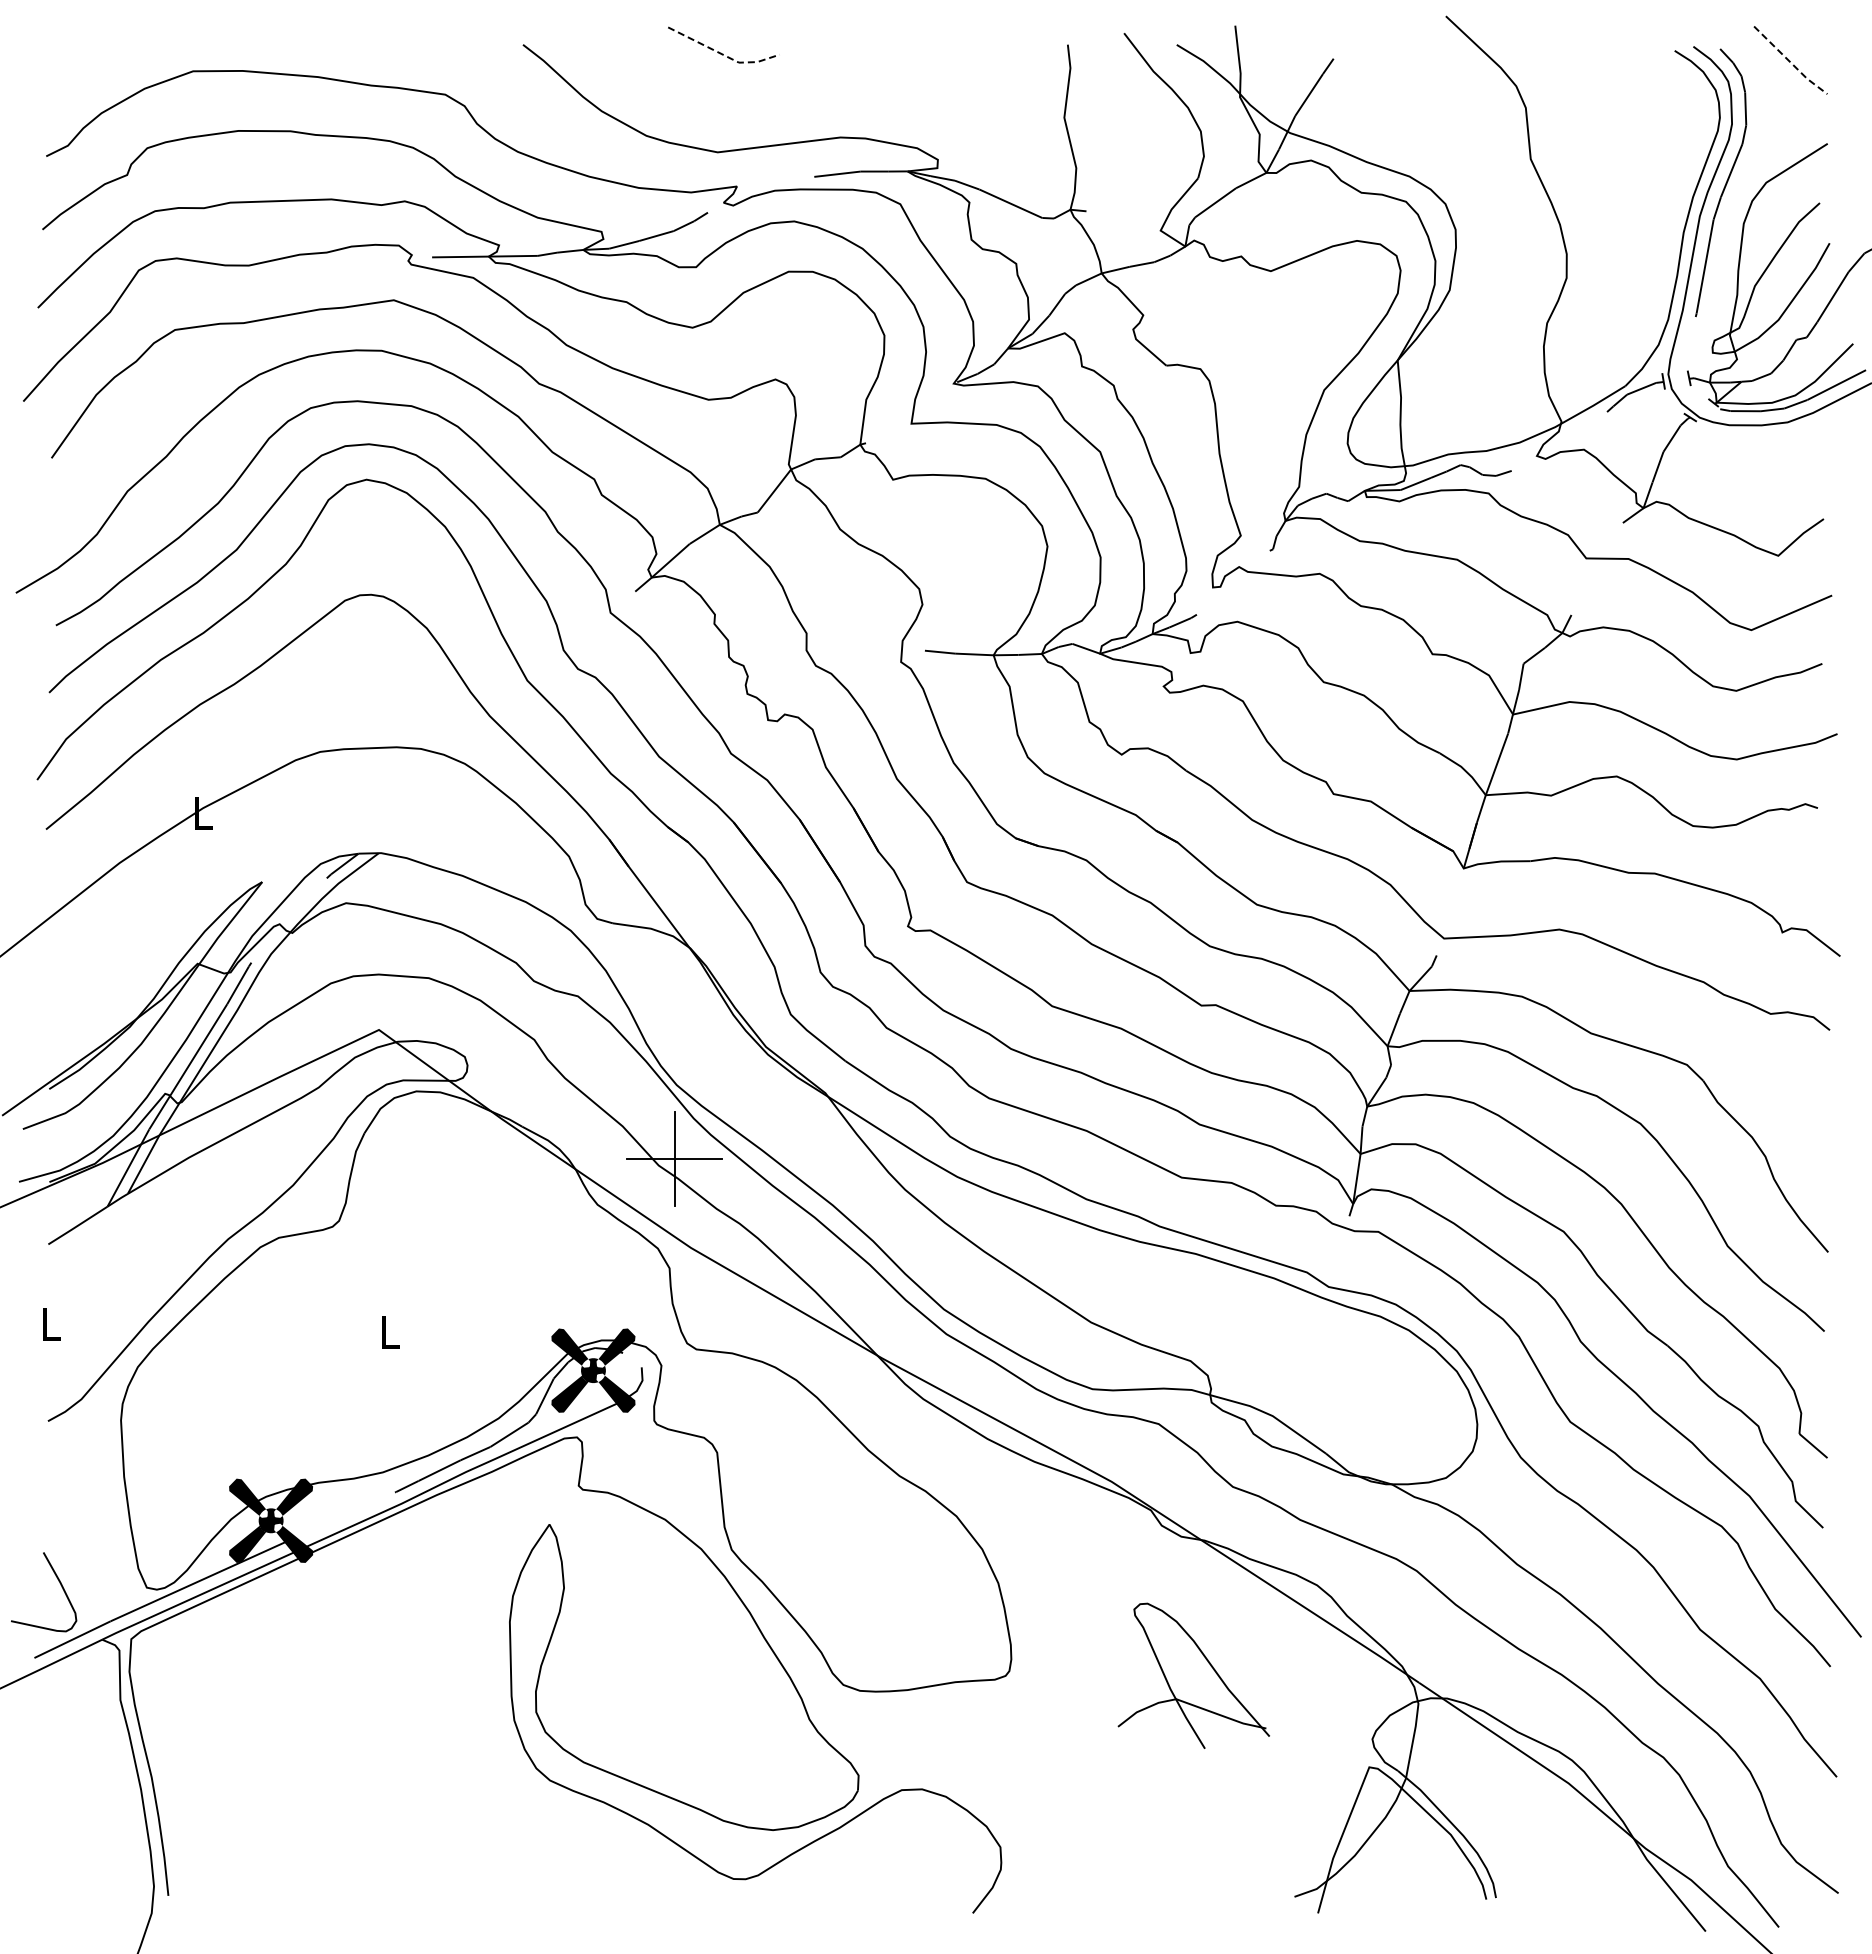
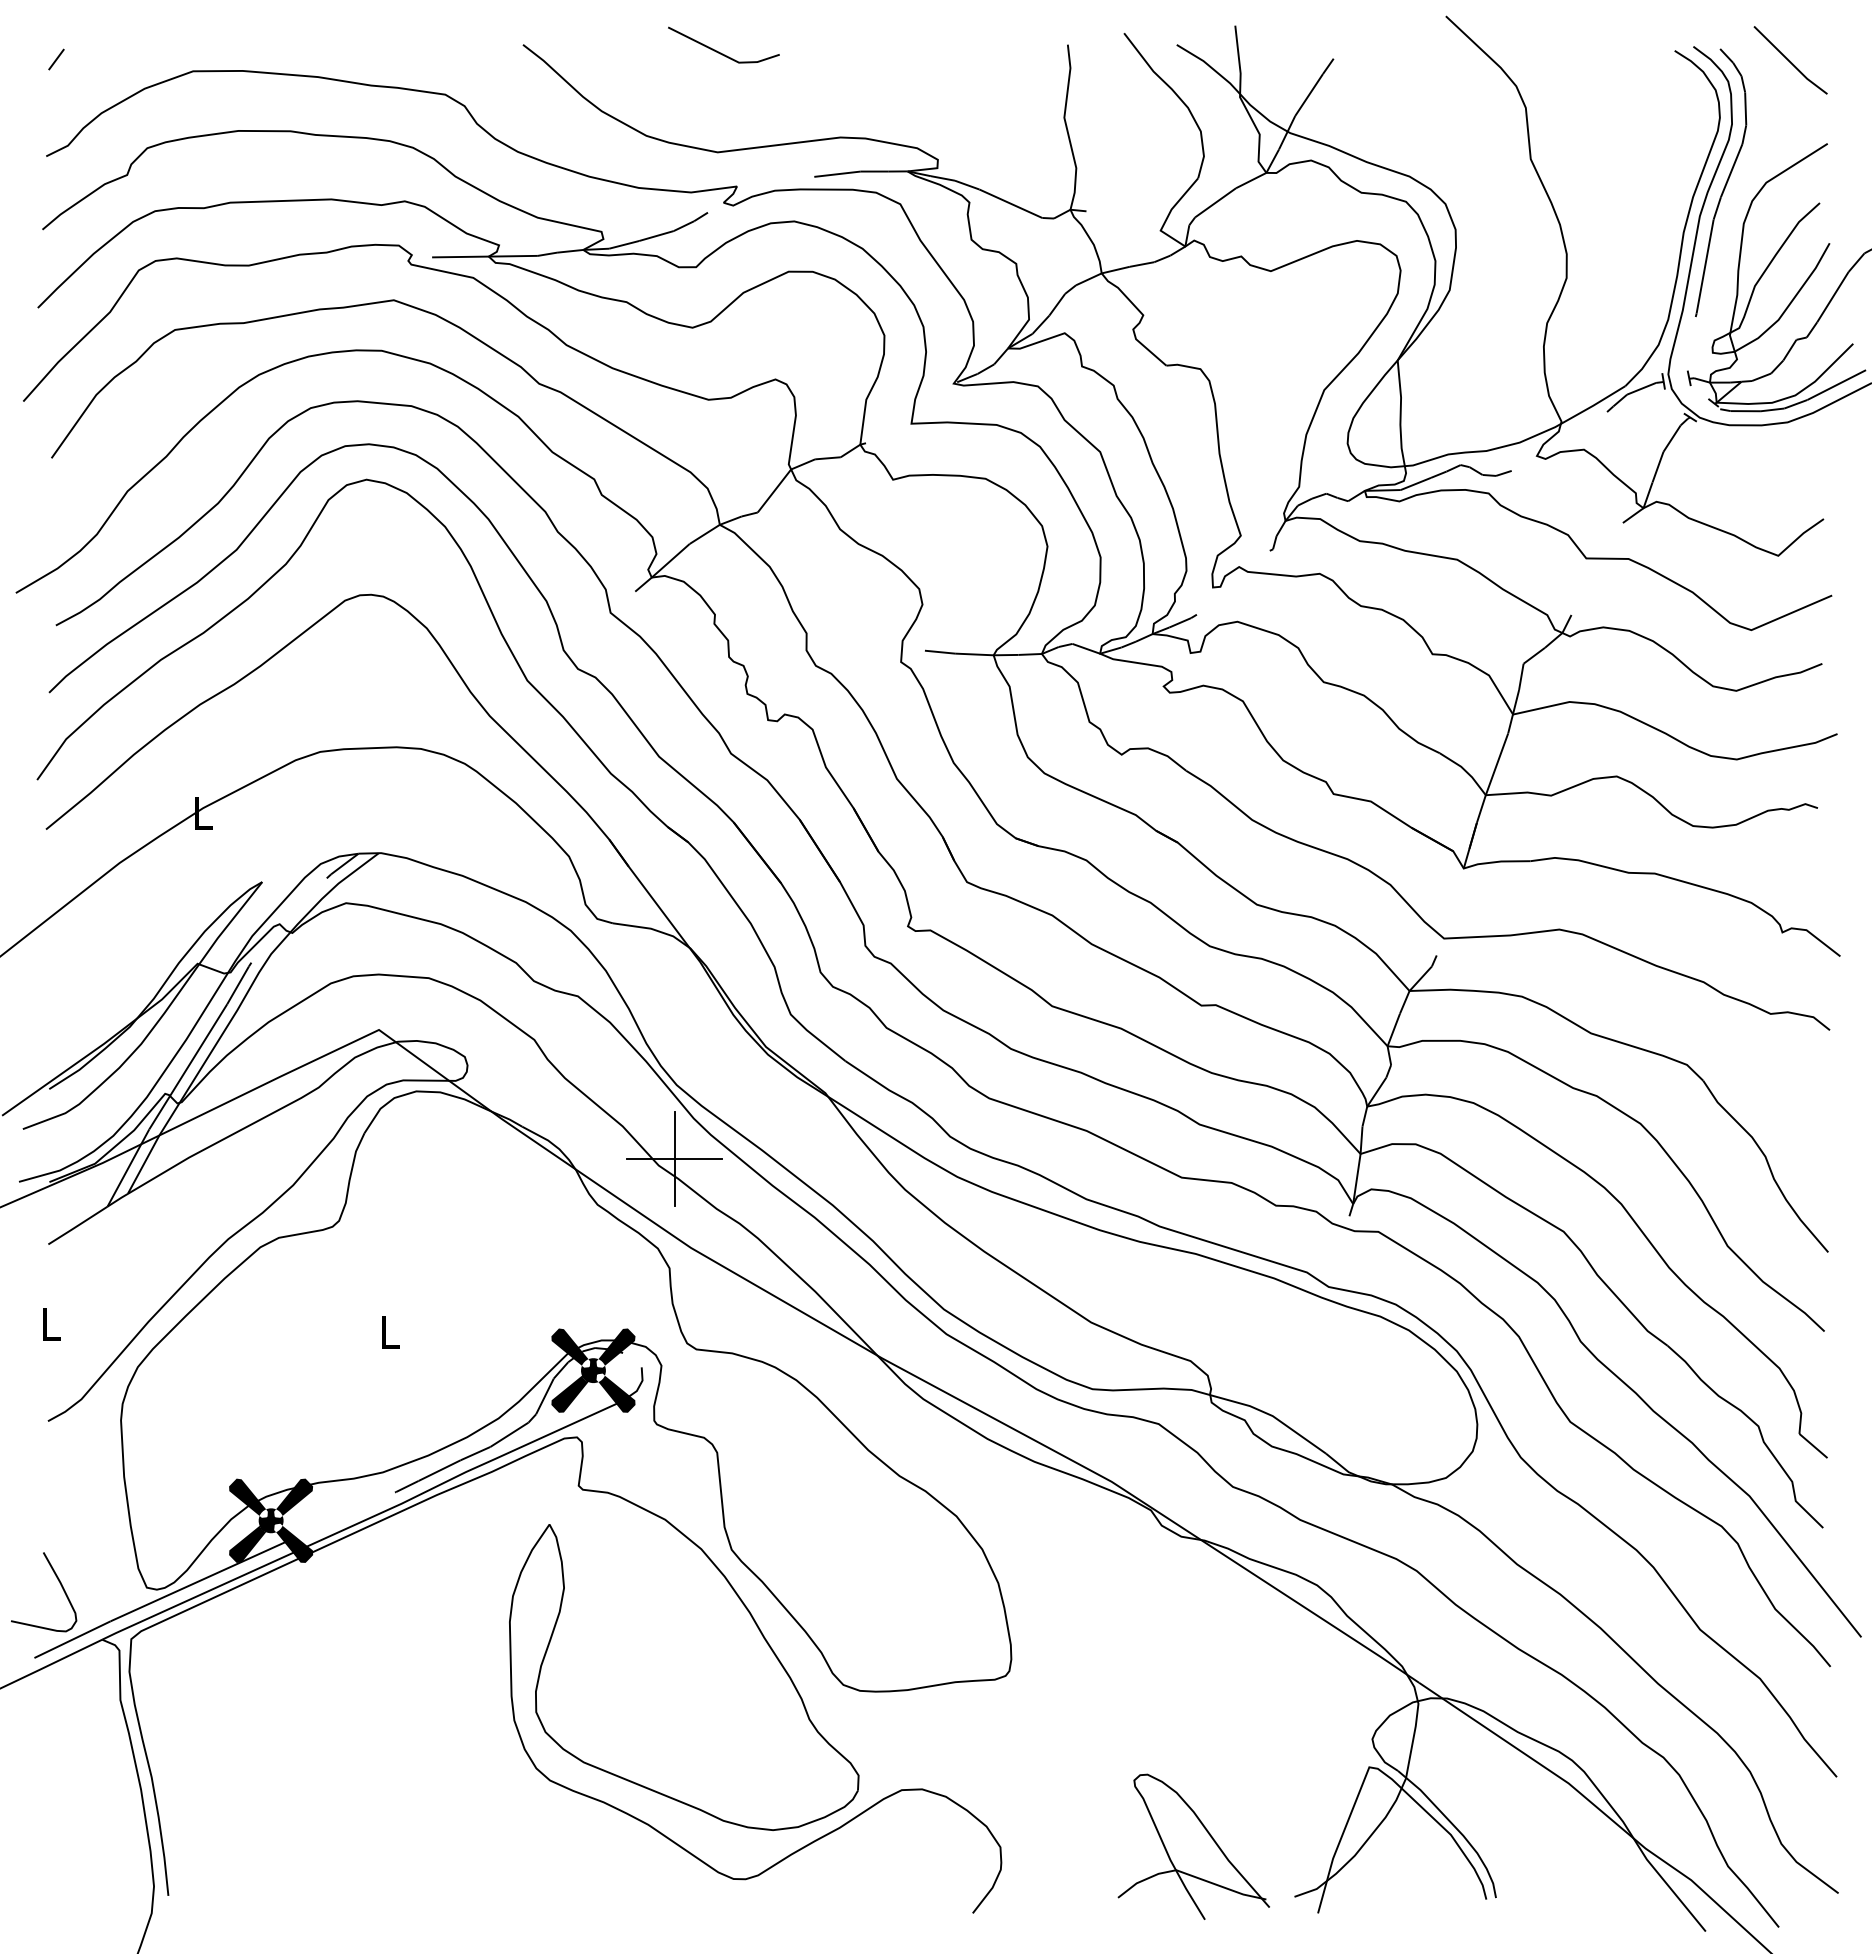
line at (723, 55): dashed -> solid
line at (56, 59): none -> present
line at (1790, 62): dashed -> solid
part at (1193, 1675) position: (1193, 1675) -> (1193, 1846)
